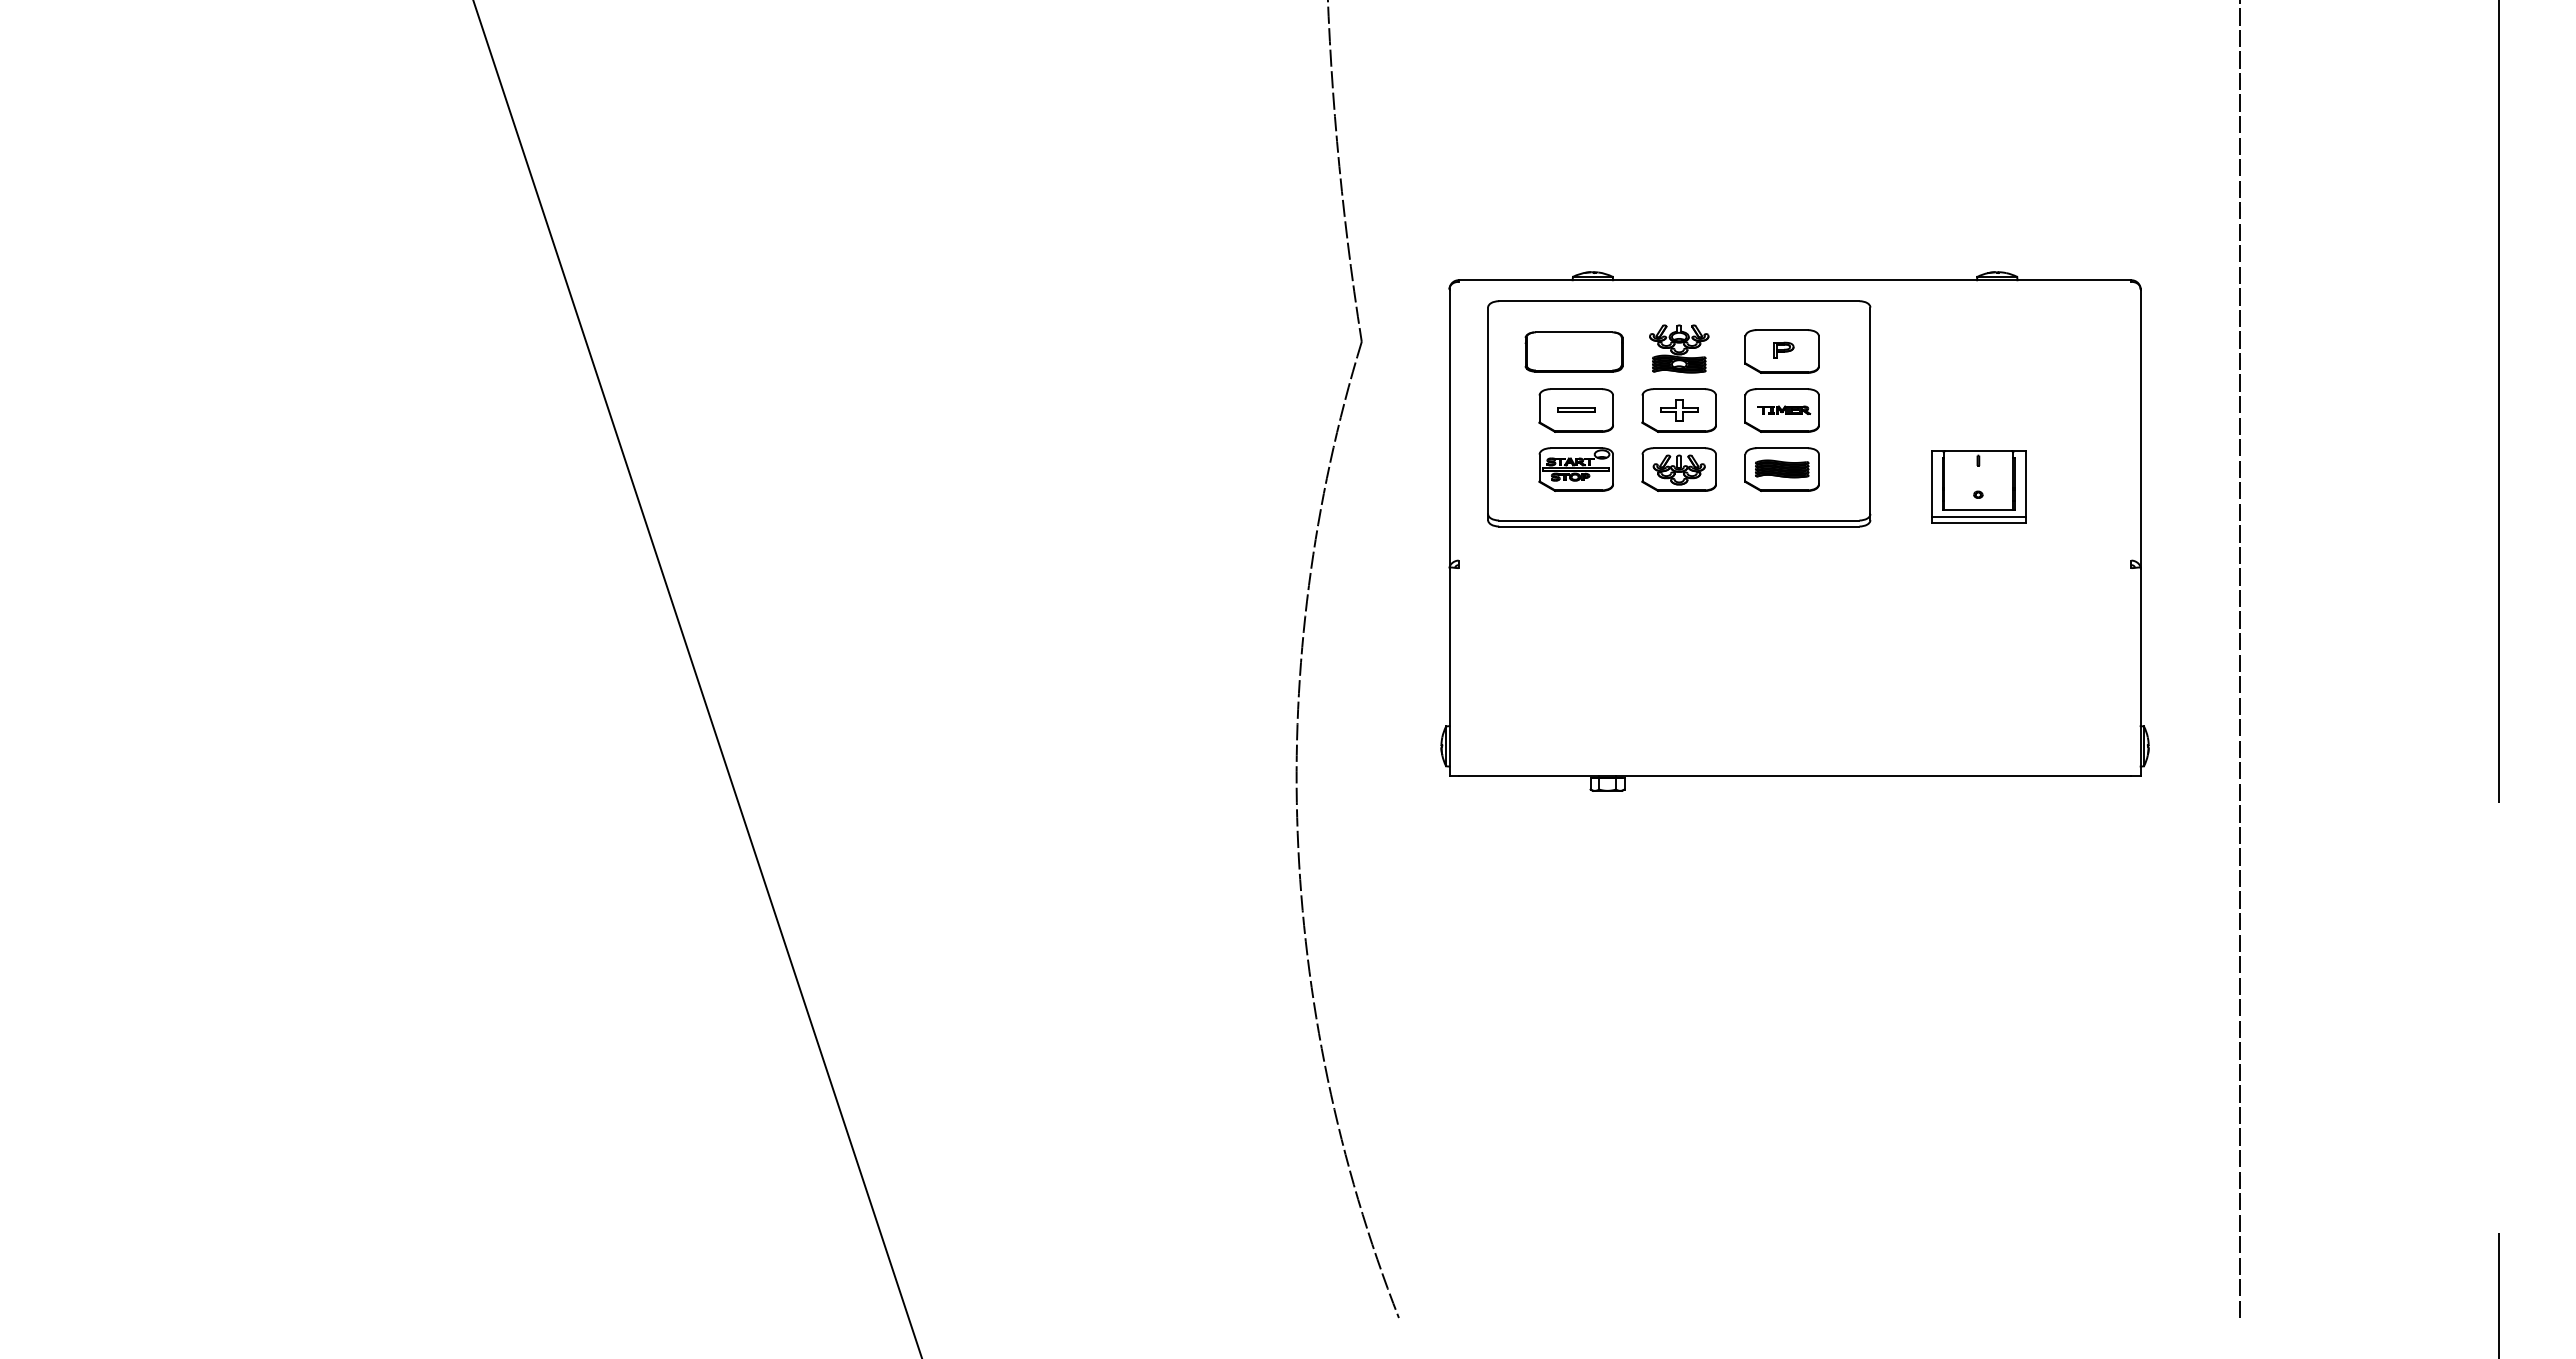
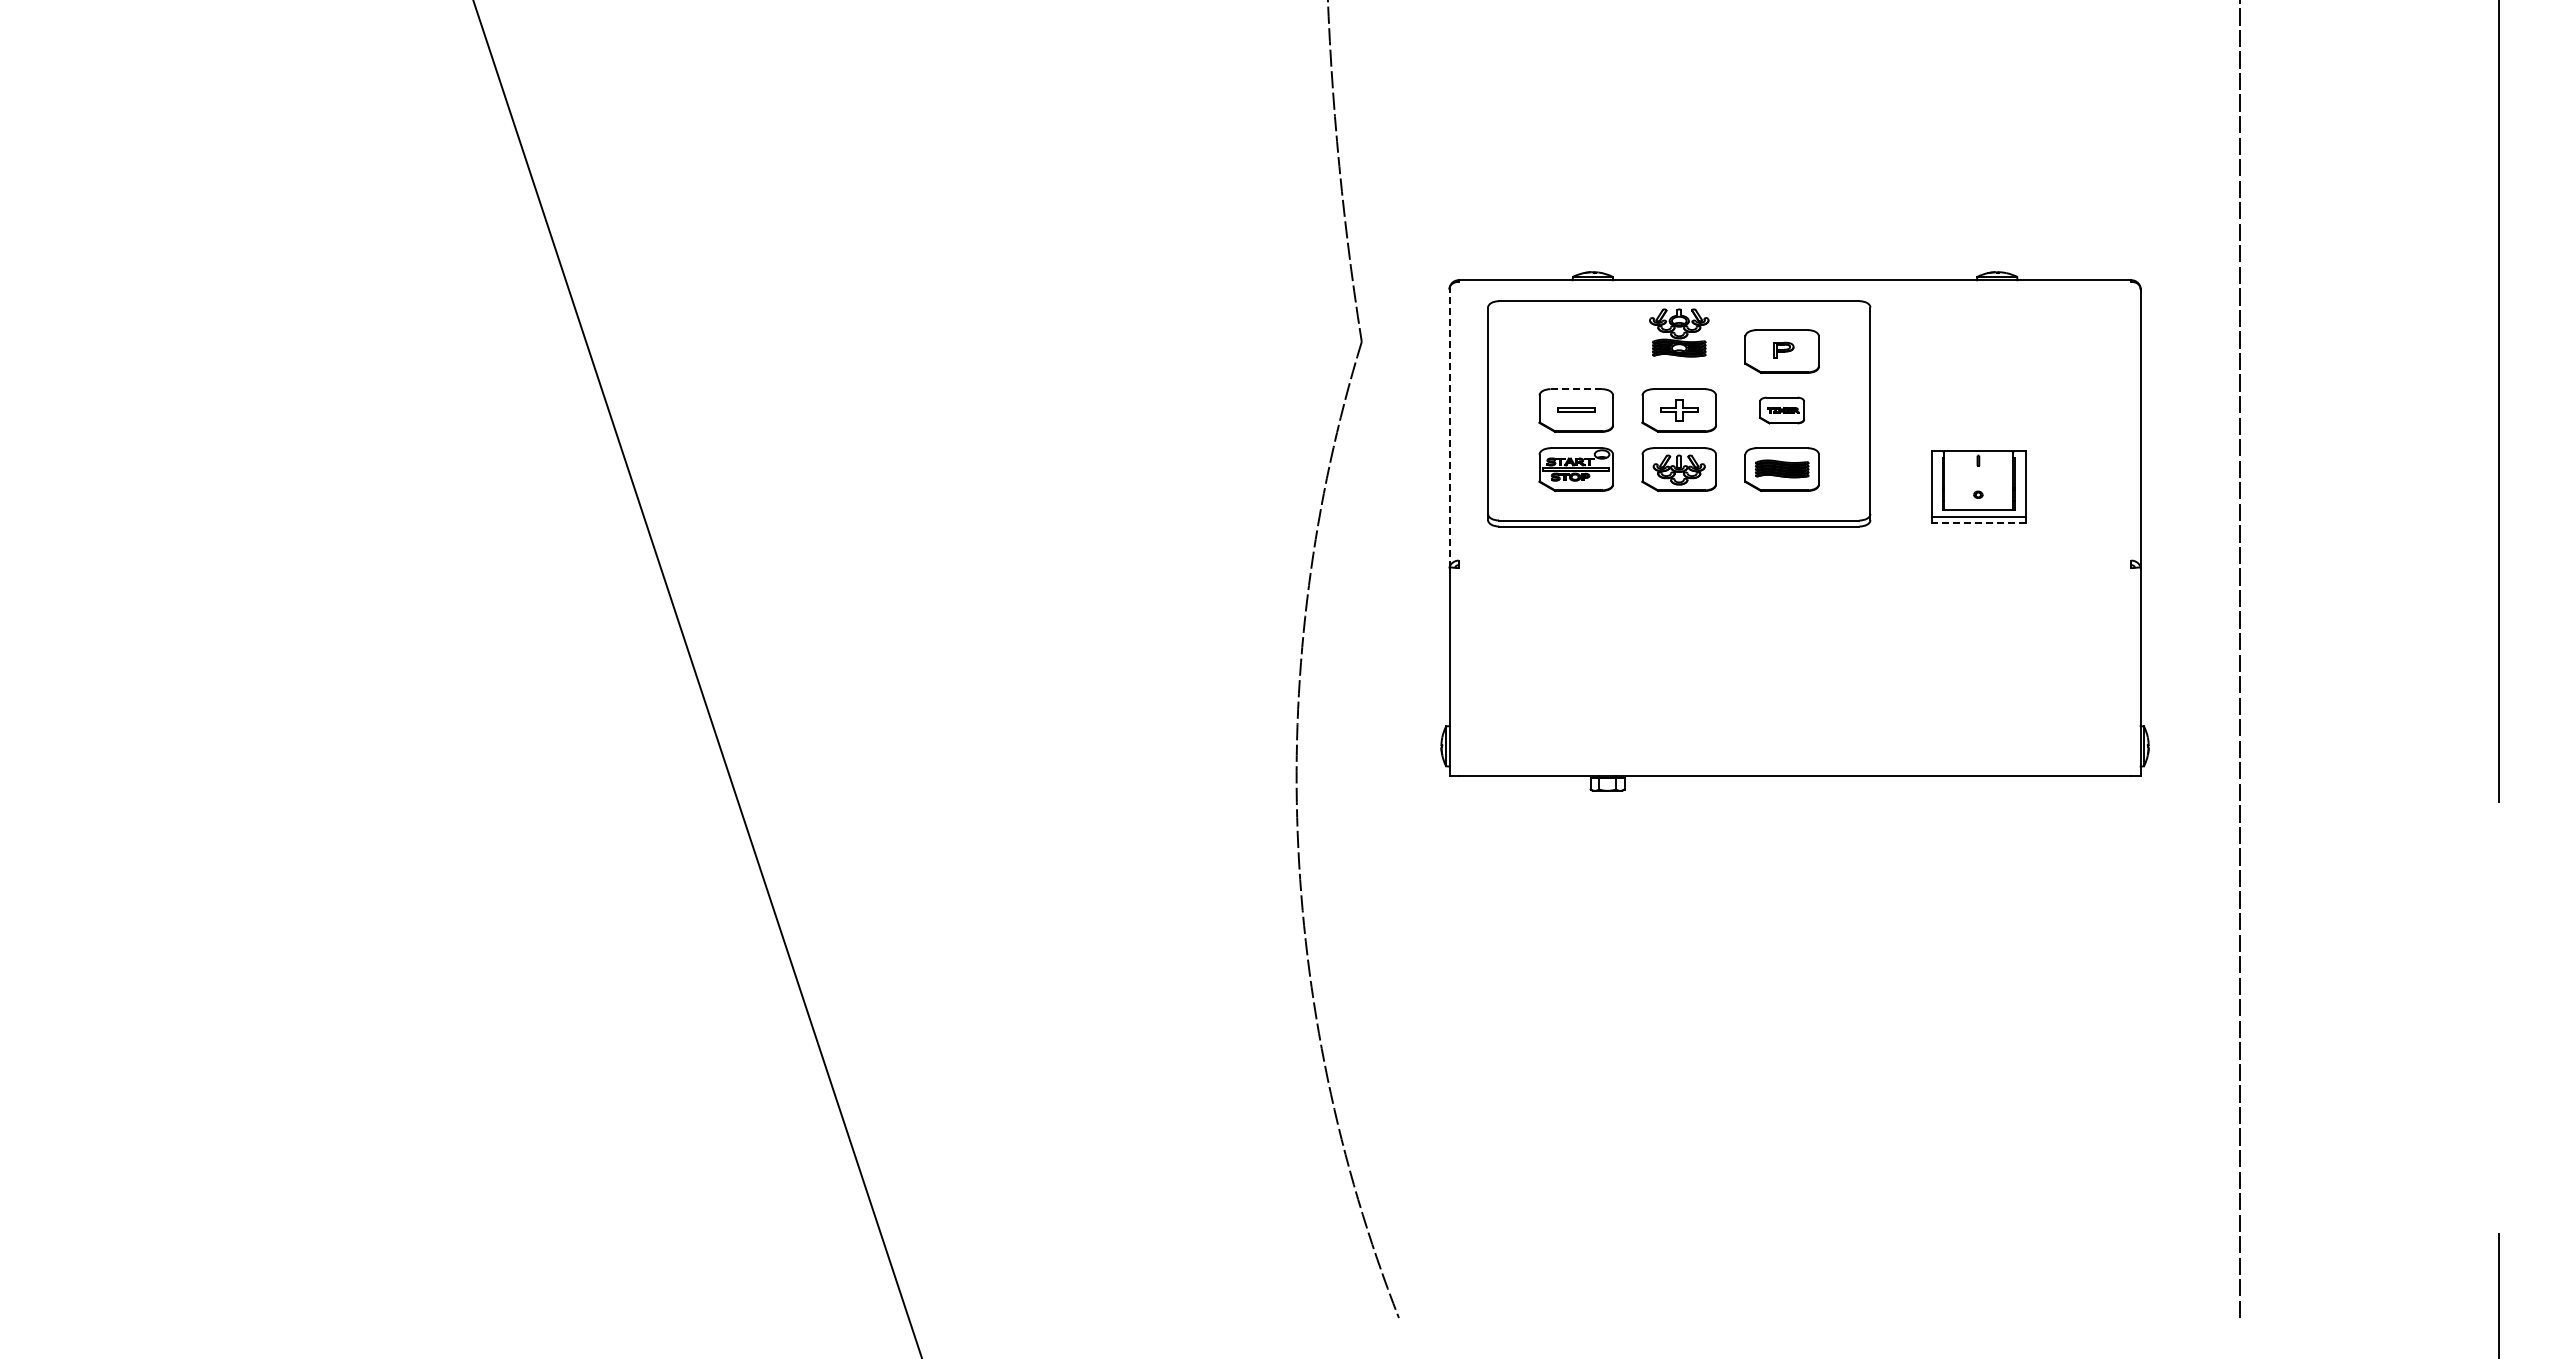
part at (1679, 348) position: (1679, 348) -> (1679, 332)
part at (1573, 351): present -> none
line at (1576, 389): solid -> dashed
part at (1781, 410) size: 76x45 px -> 46x29 px
line at (1449, 428): solid -> dashed
line at (1978, 522): solid -> dashed
